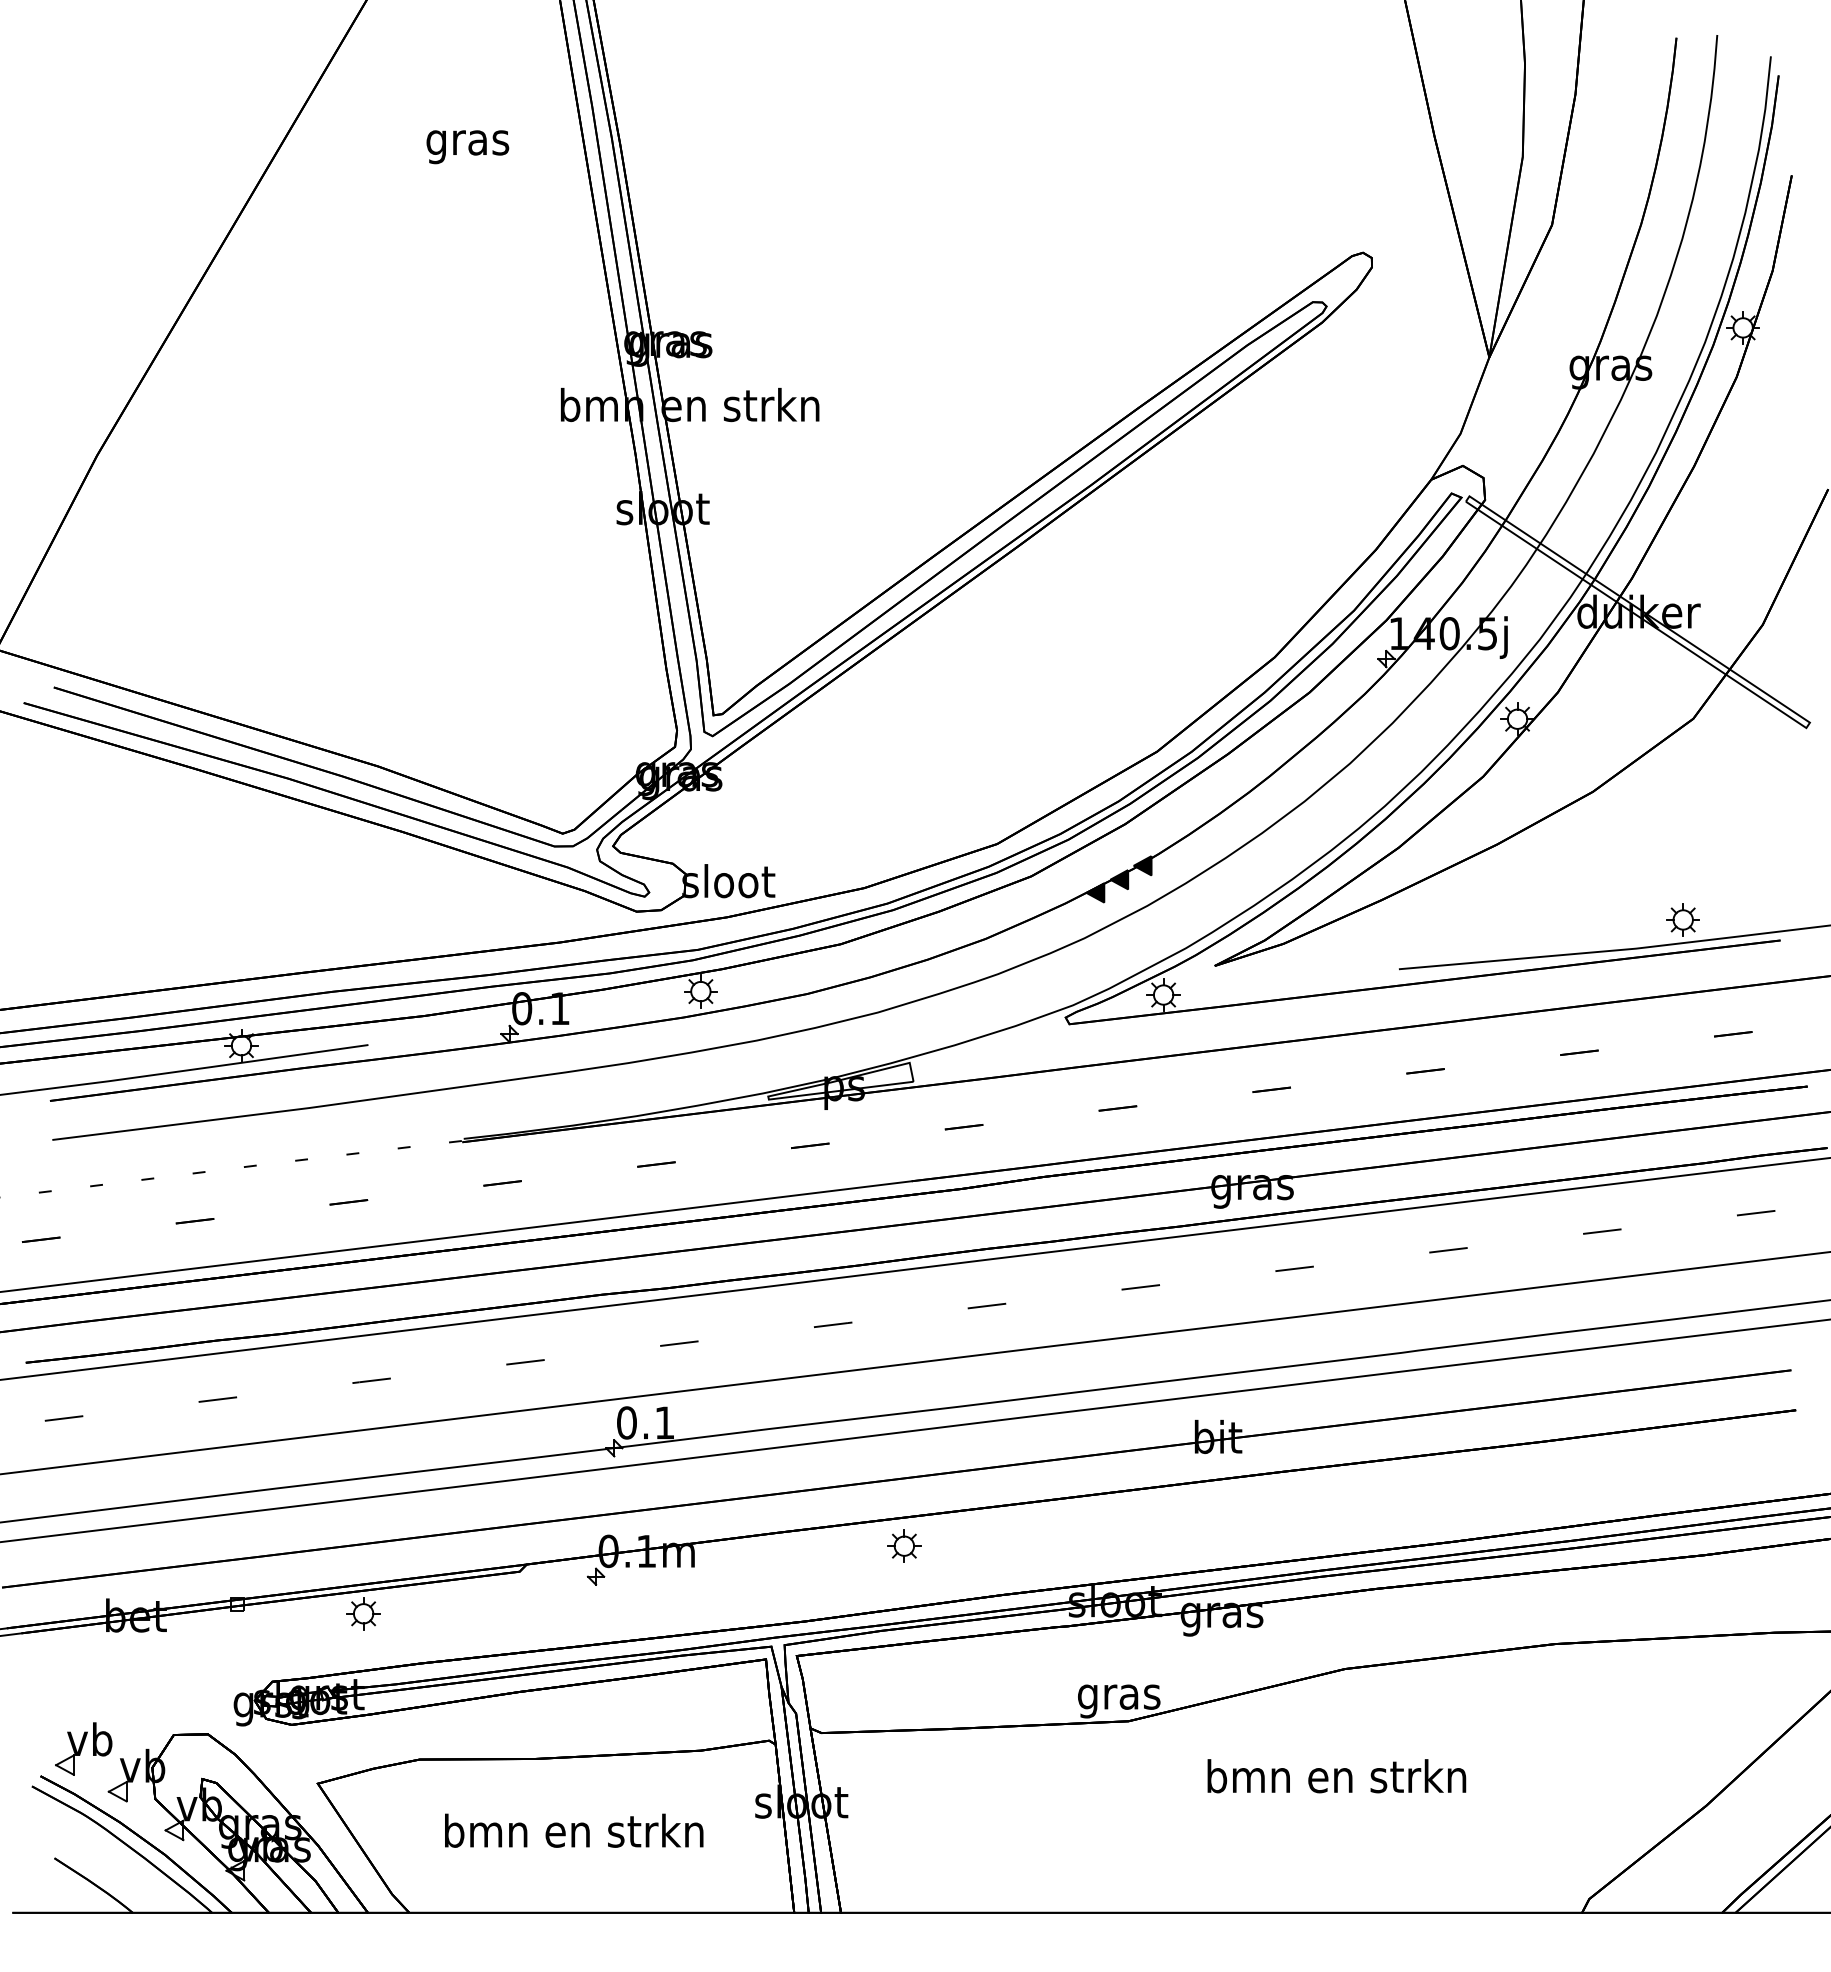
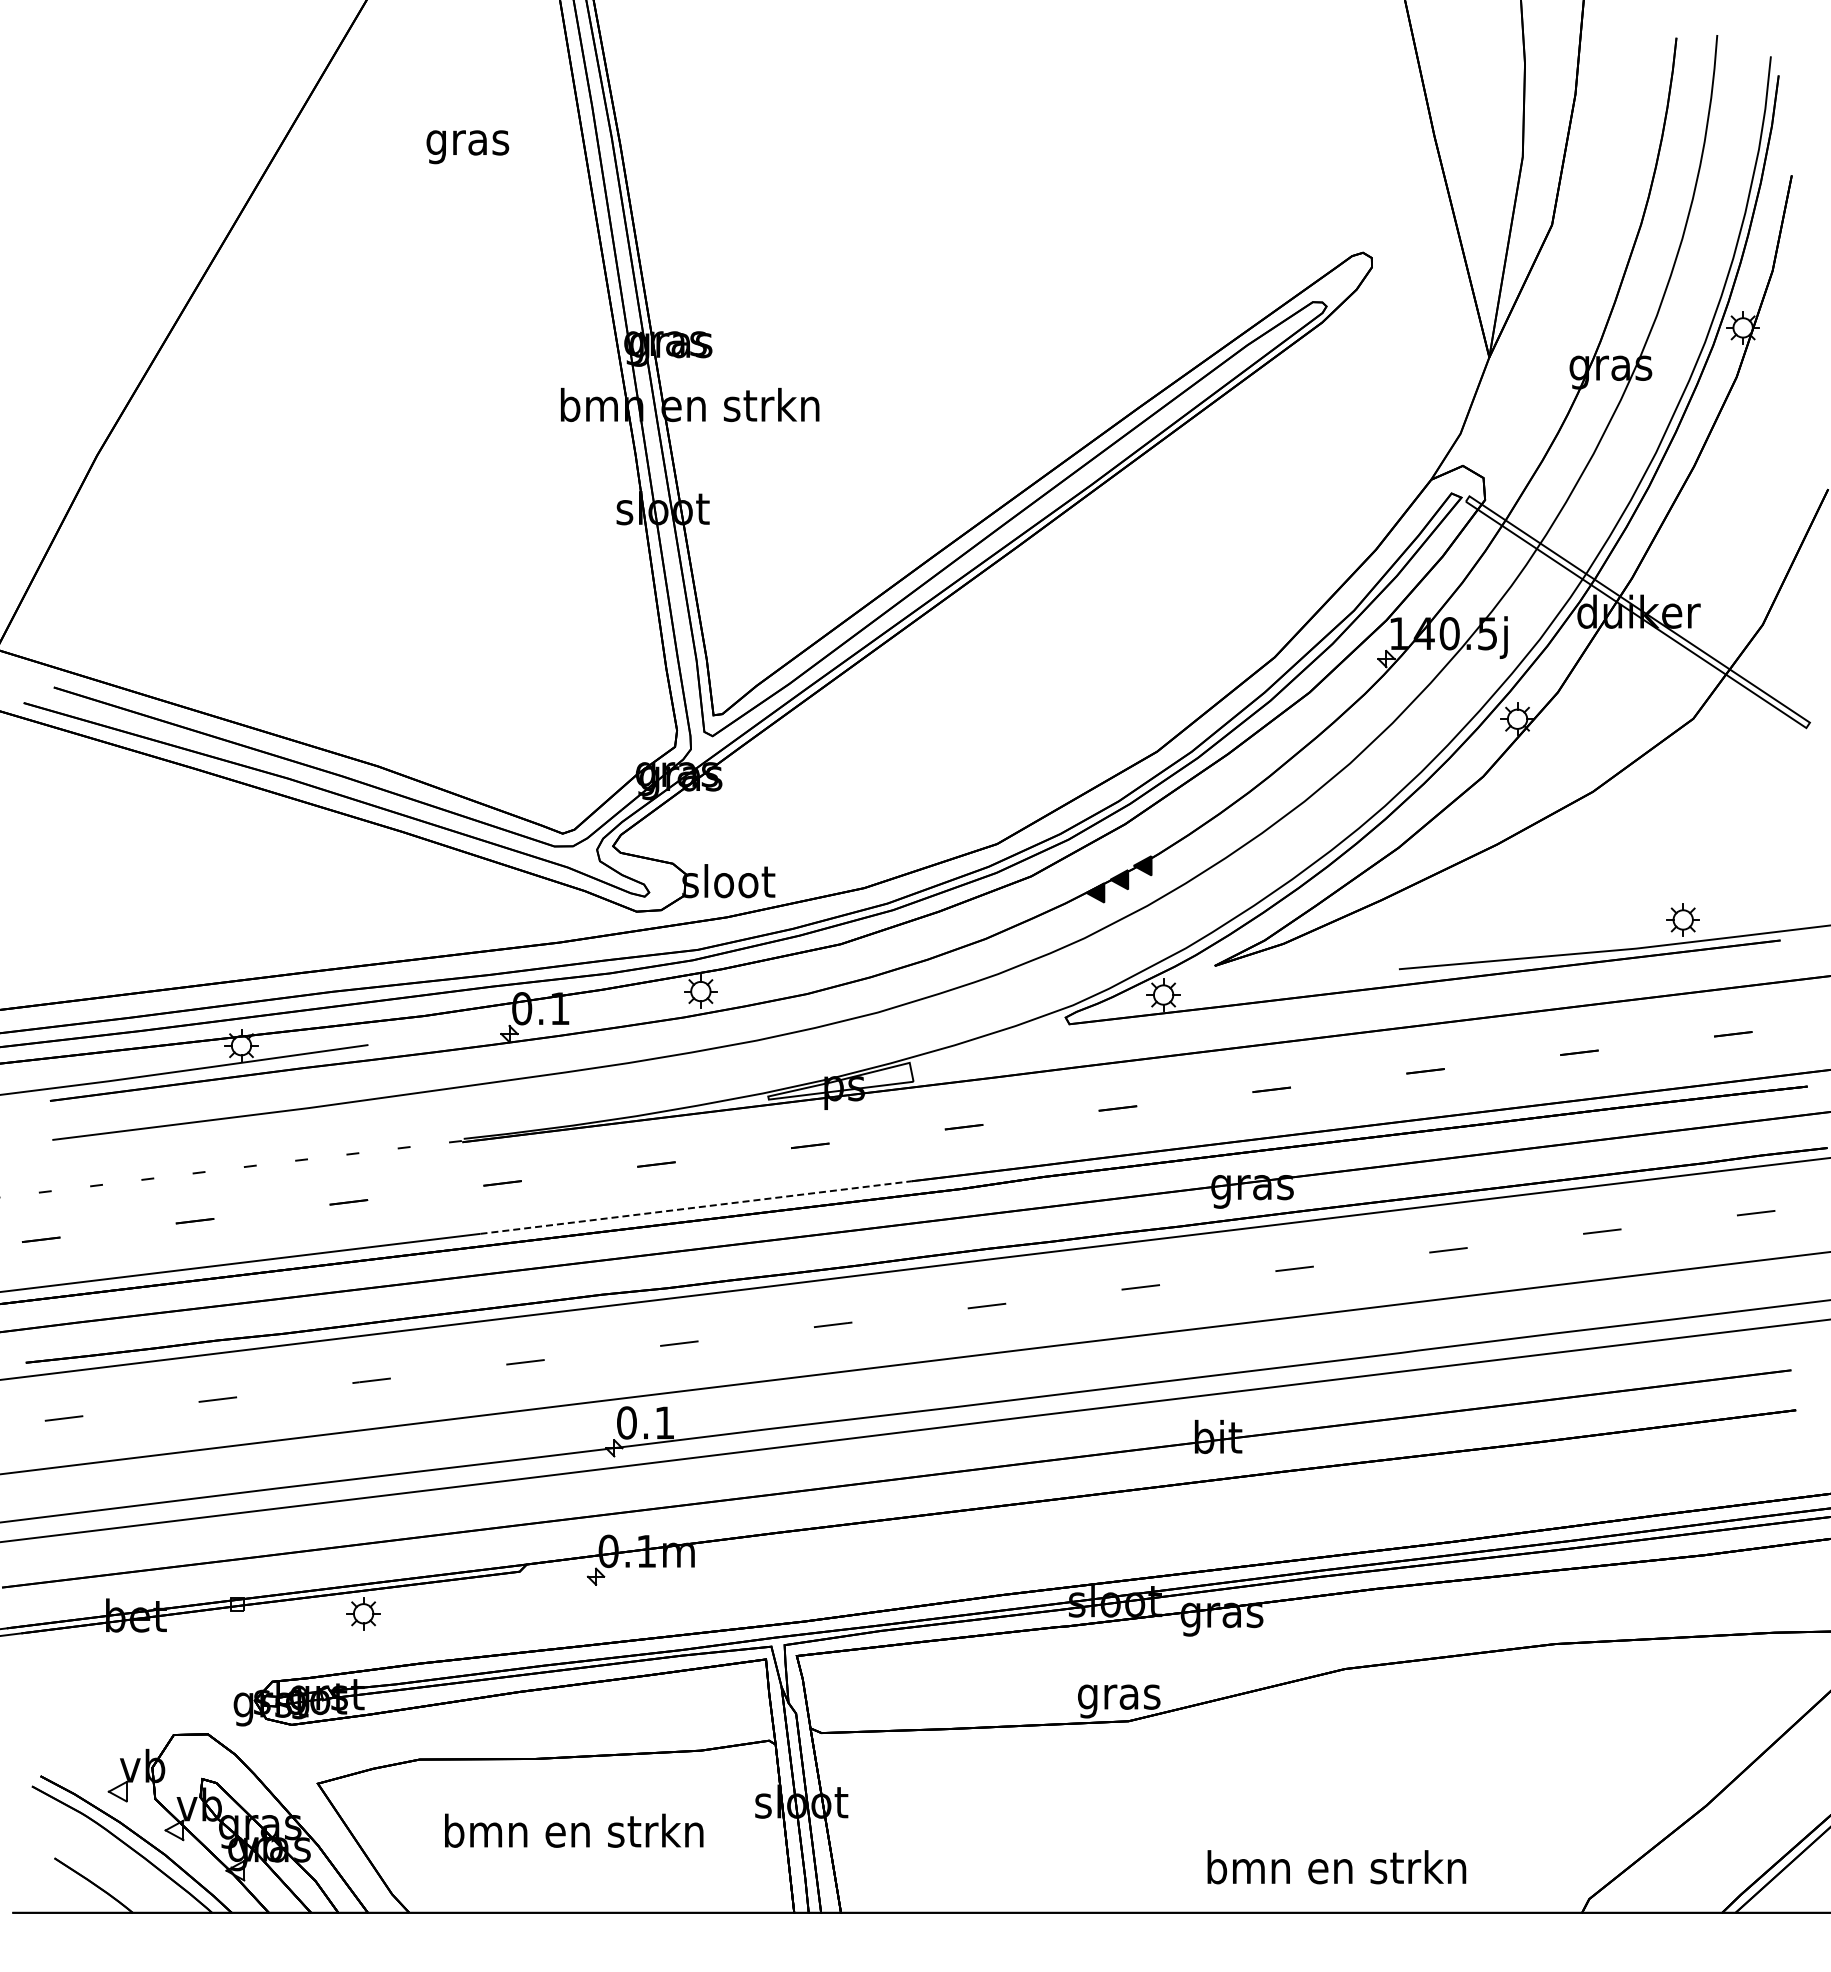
line at (696, 1207): solid -> dashed
part at (904, 1545): present -> none
part at (83, 1748): present -> none
text at (1336, 1776) position: (1336, 1776) -> (1336, 1867)
